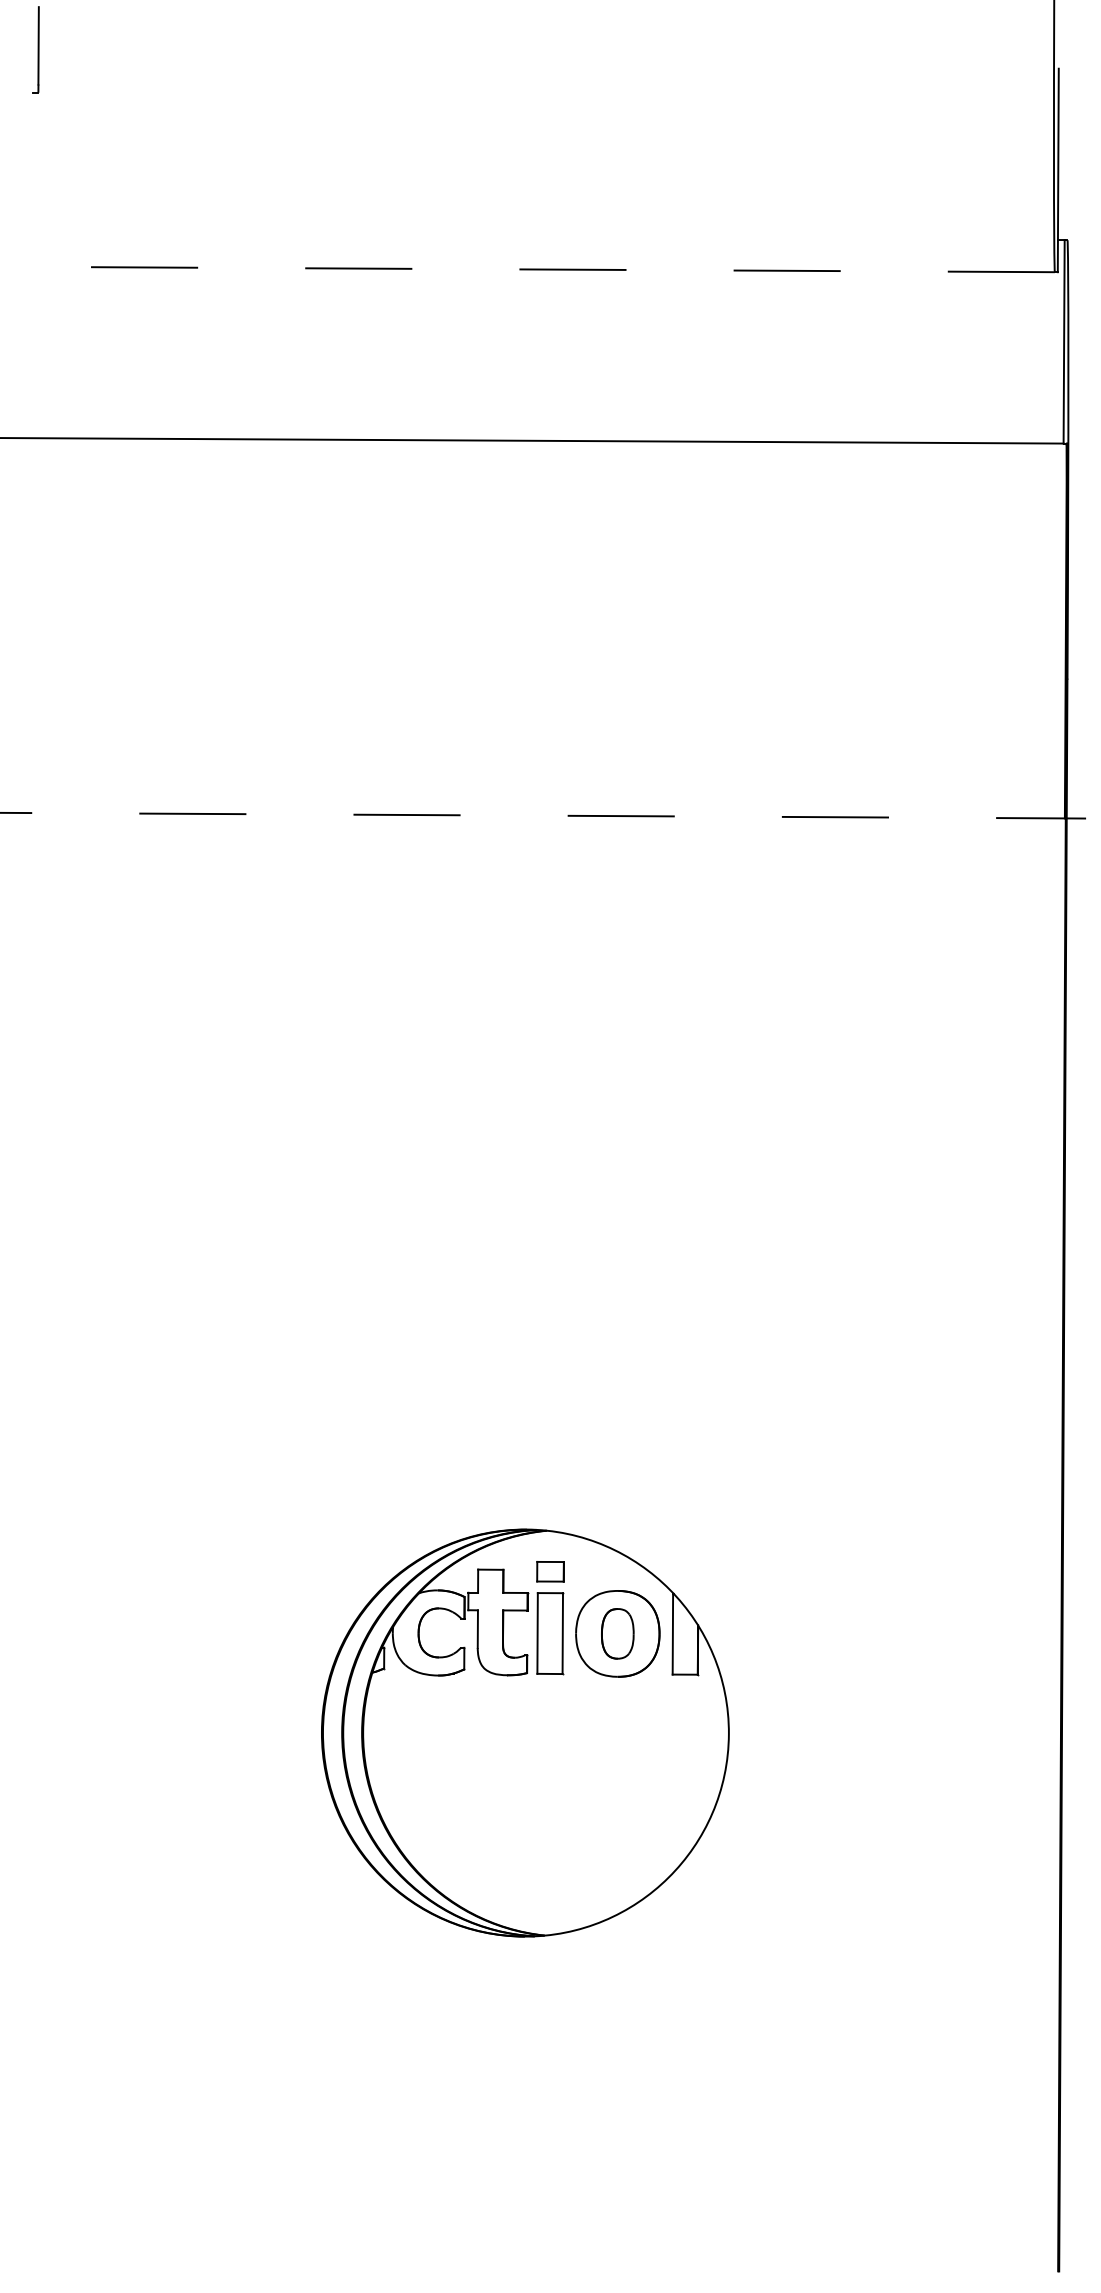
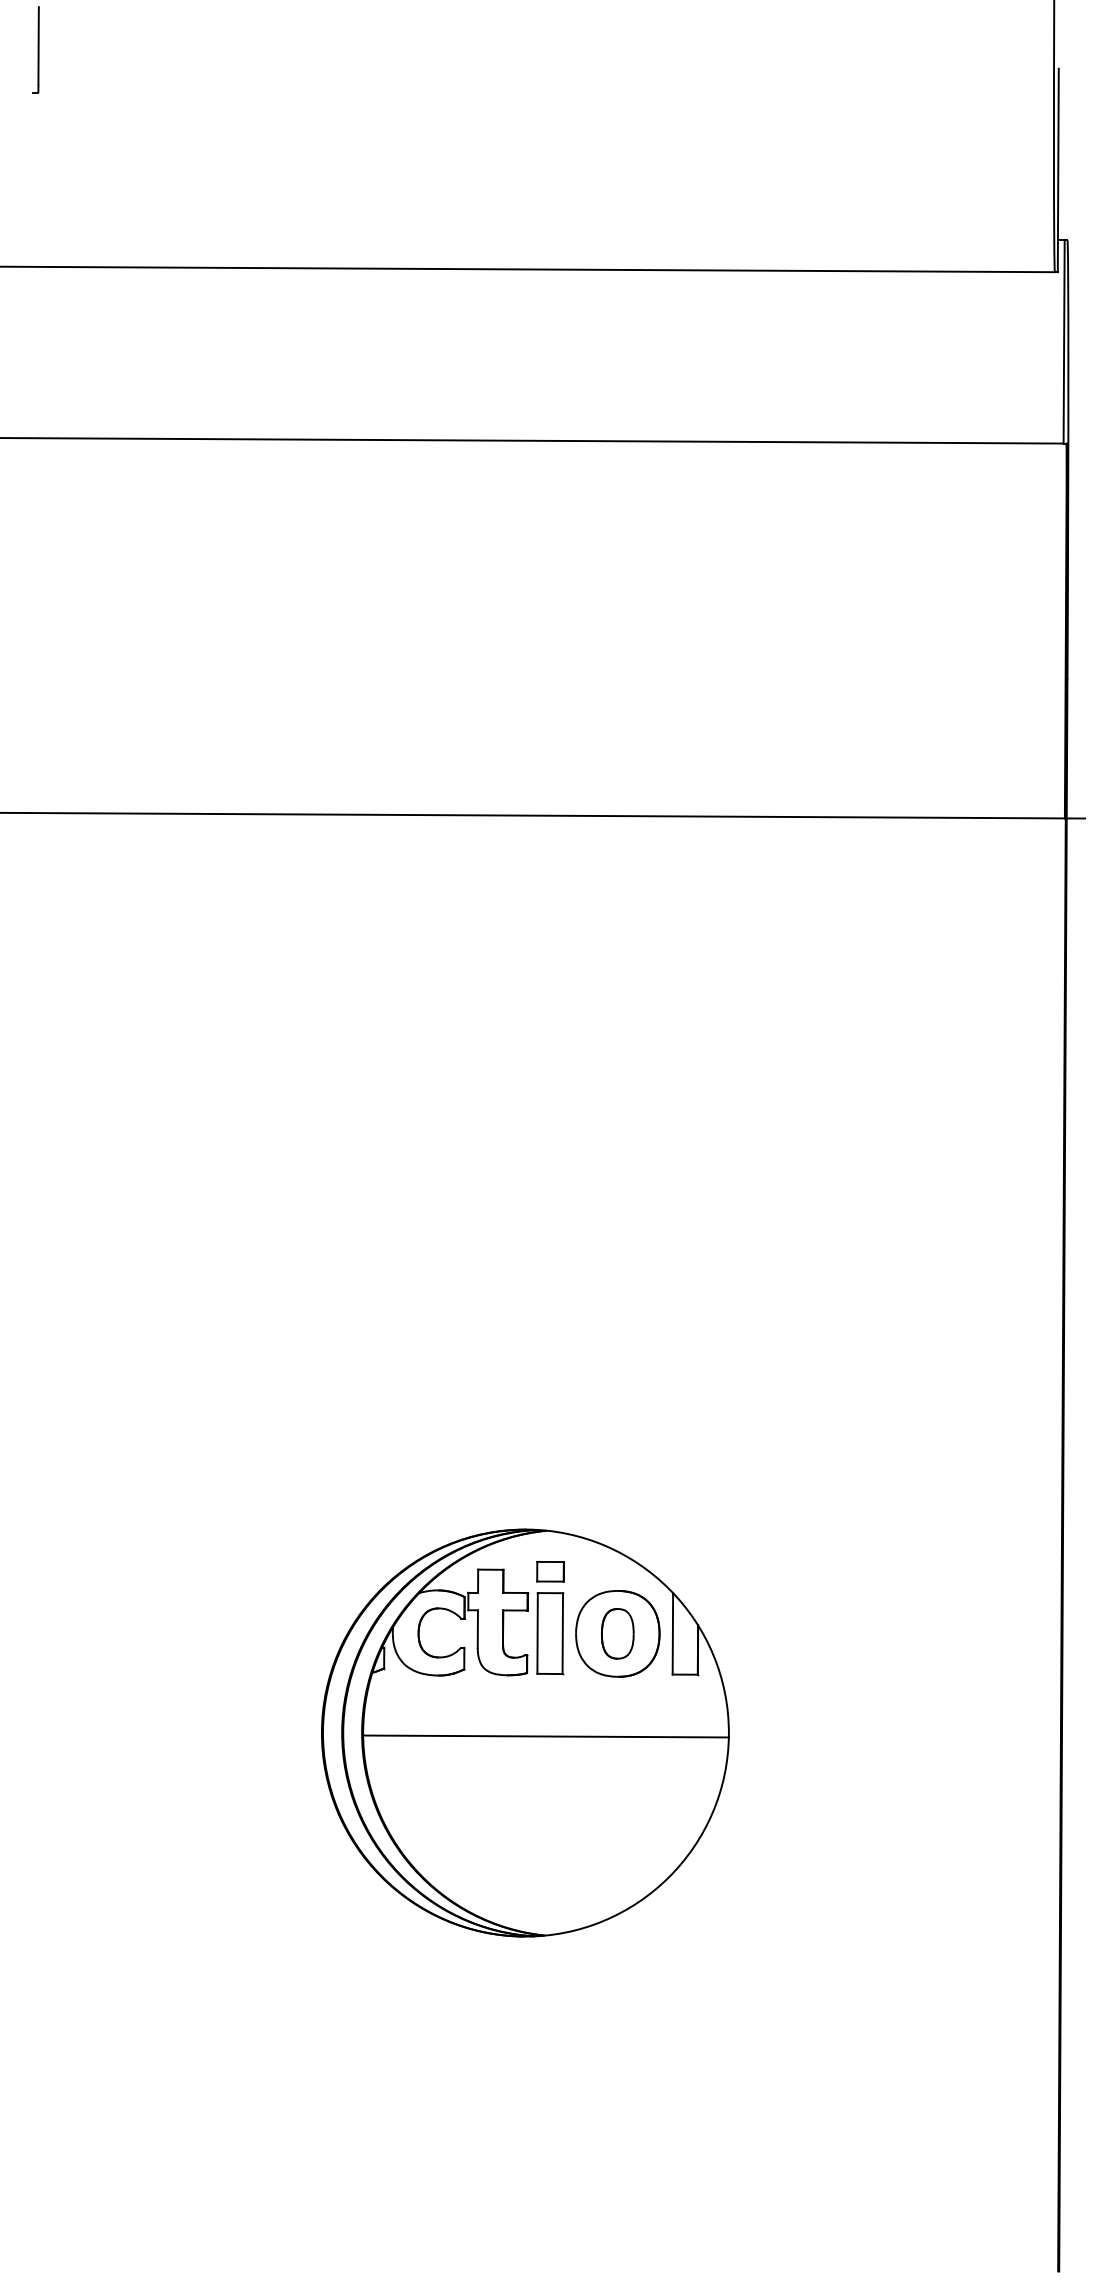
line at (527, 269): dashed -> solid
line at (533, 815): dashed -> solid
line at (545, 1736): none -> present
